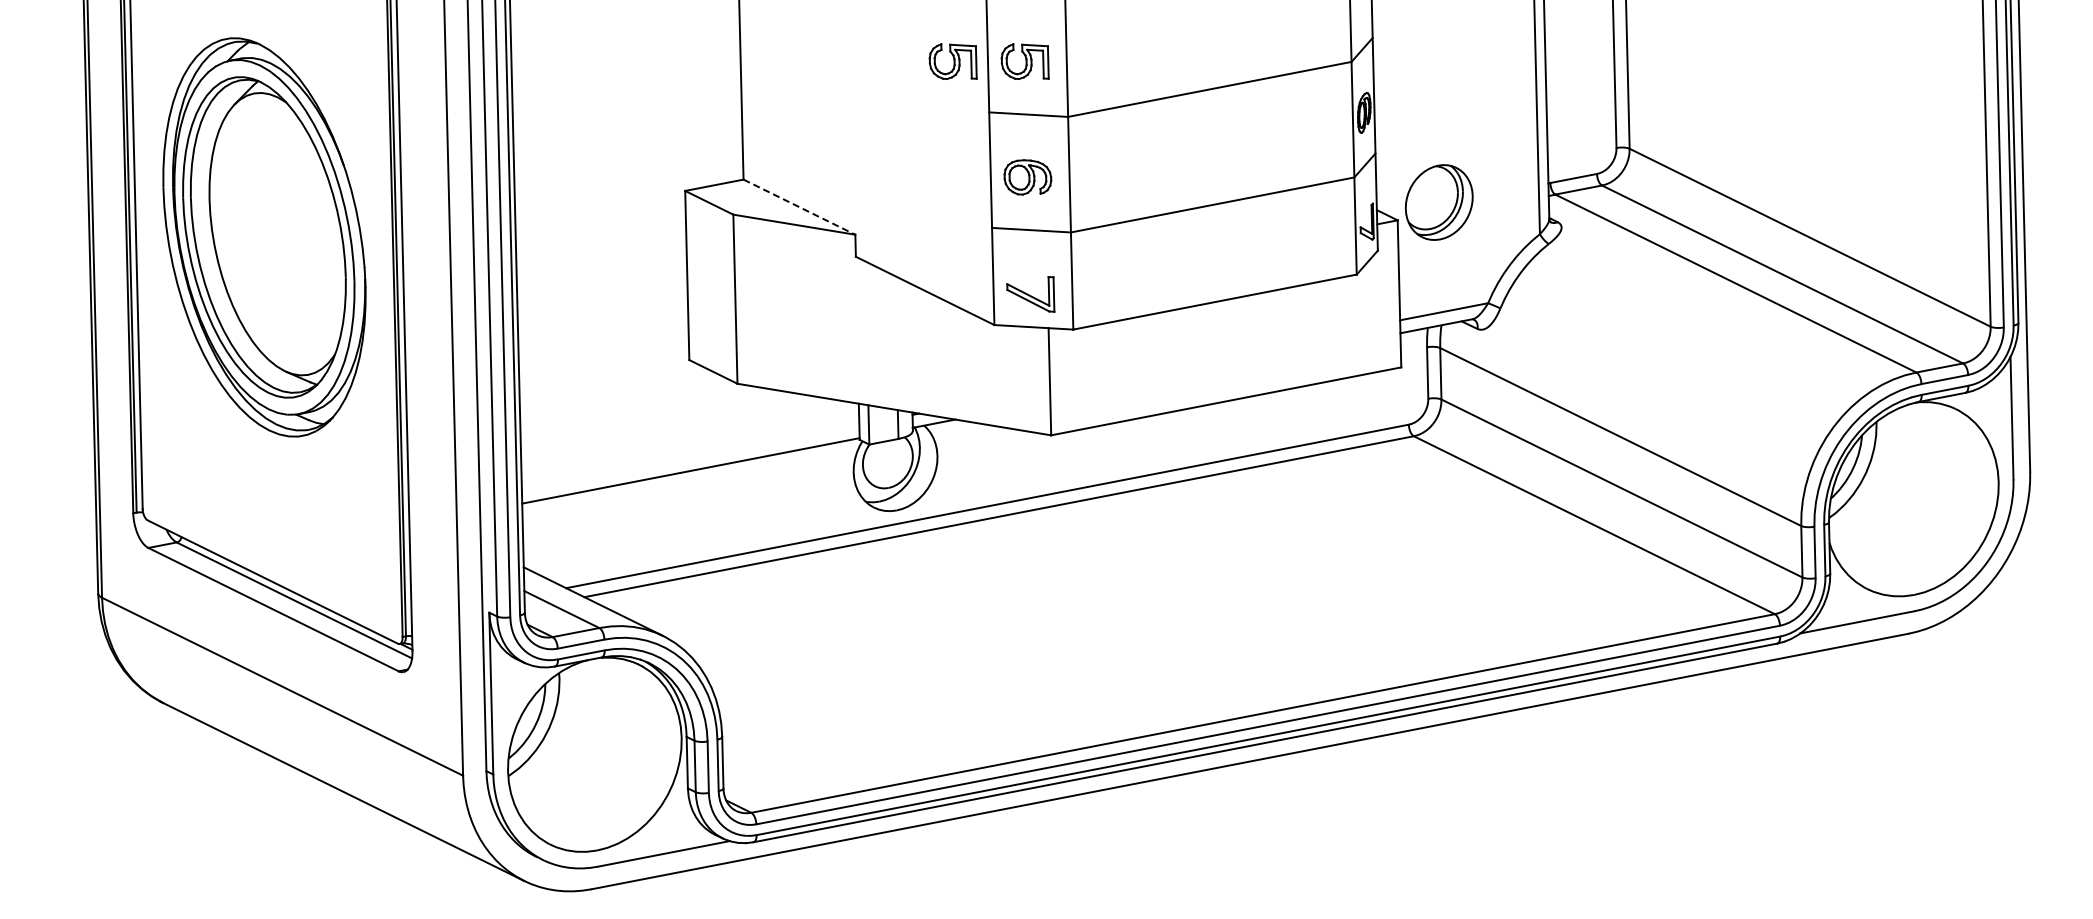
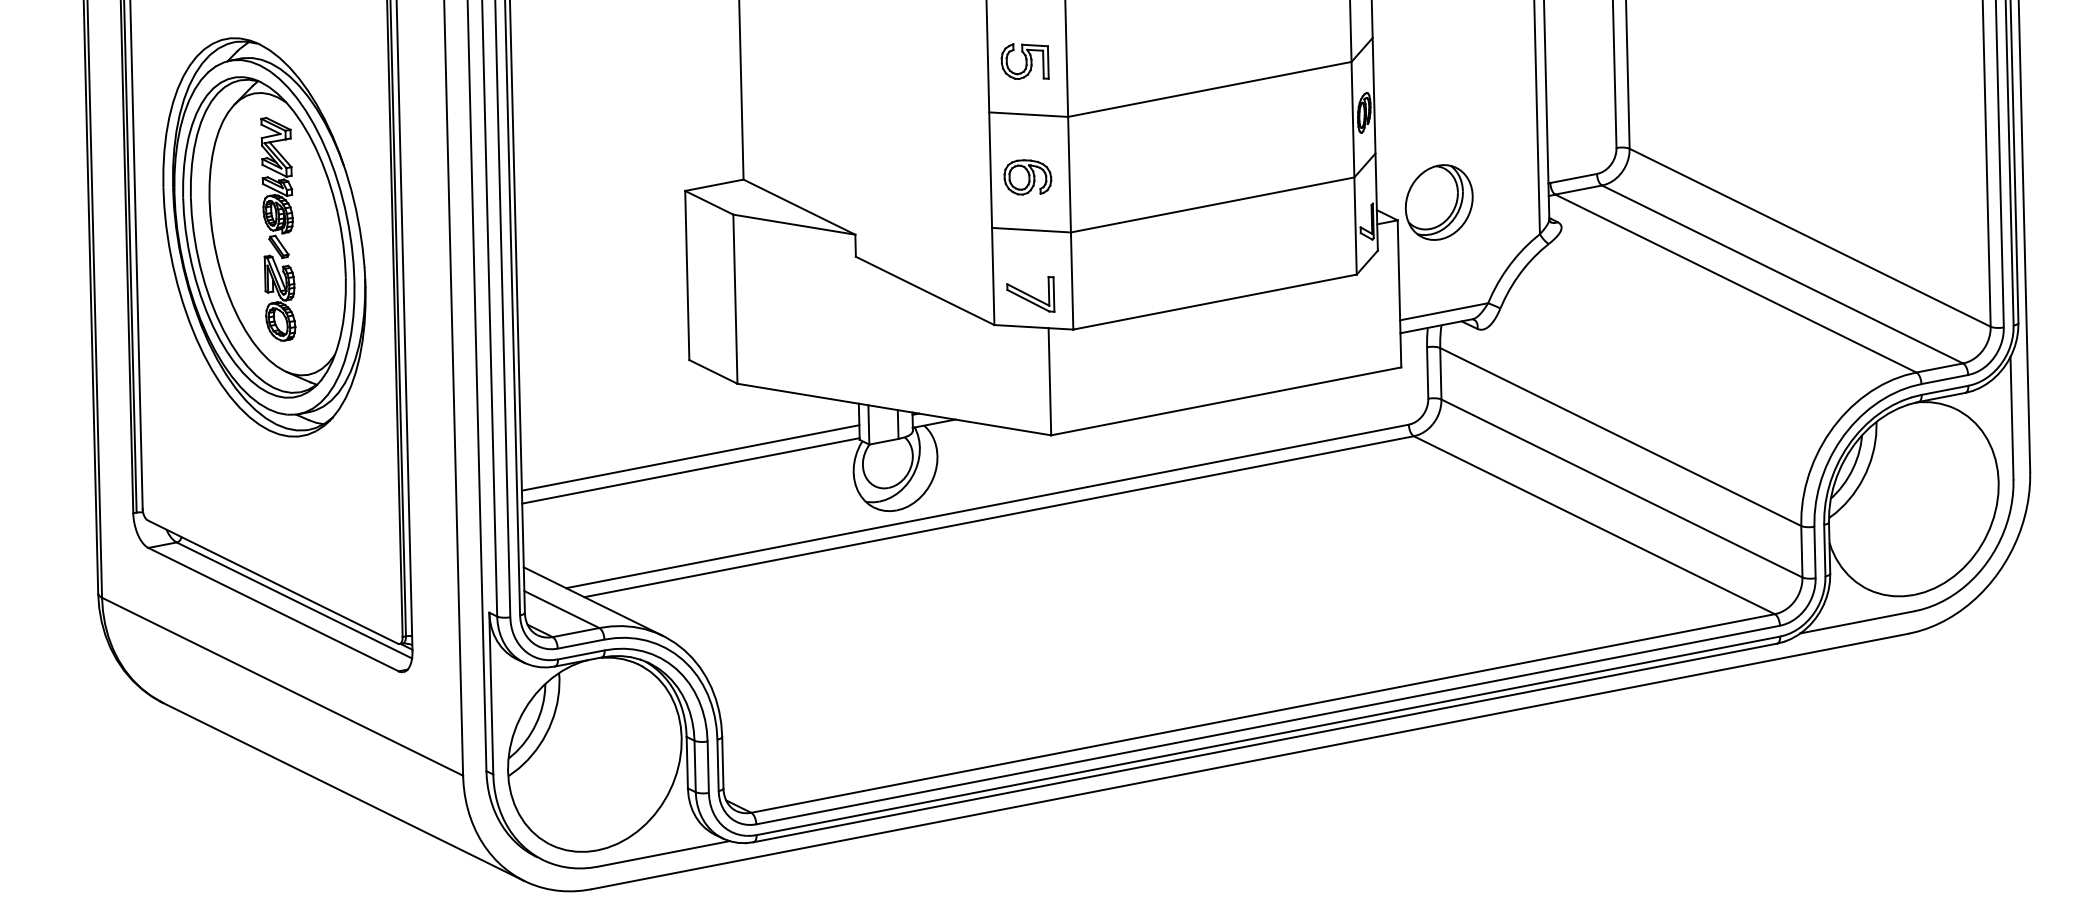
part at (952, 61): present -> none
line at (799, 207): dashed -> solid
part at (278, 228): none -> present
line at (690, 457): none -> present
